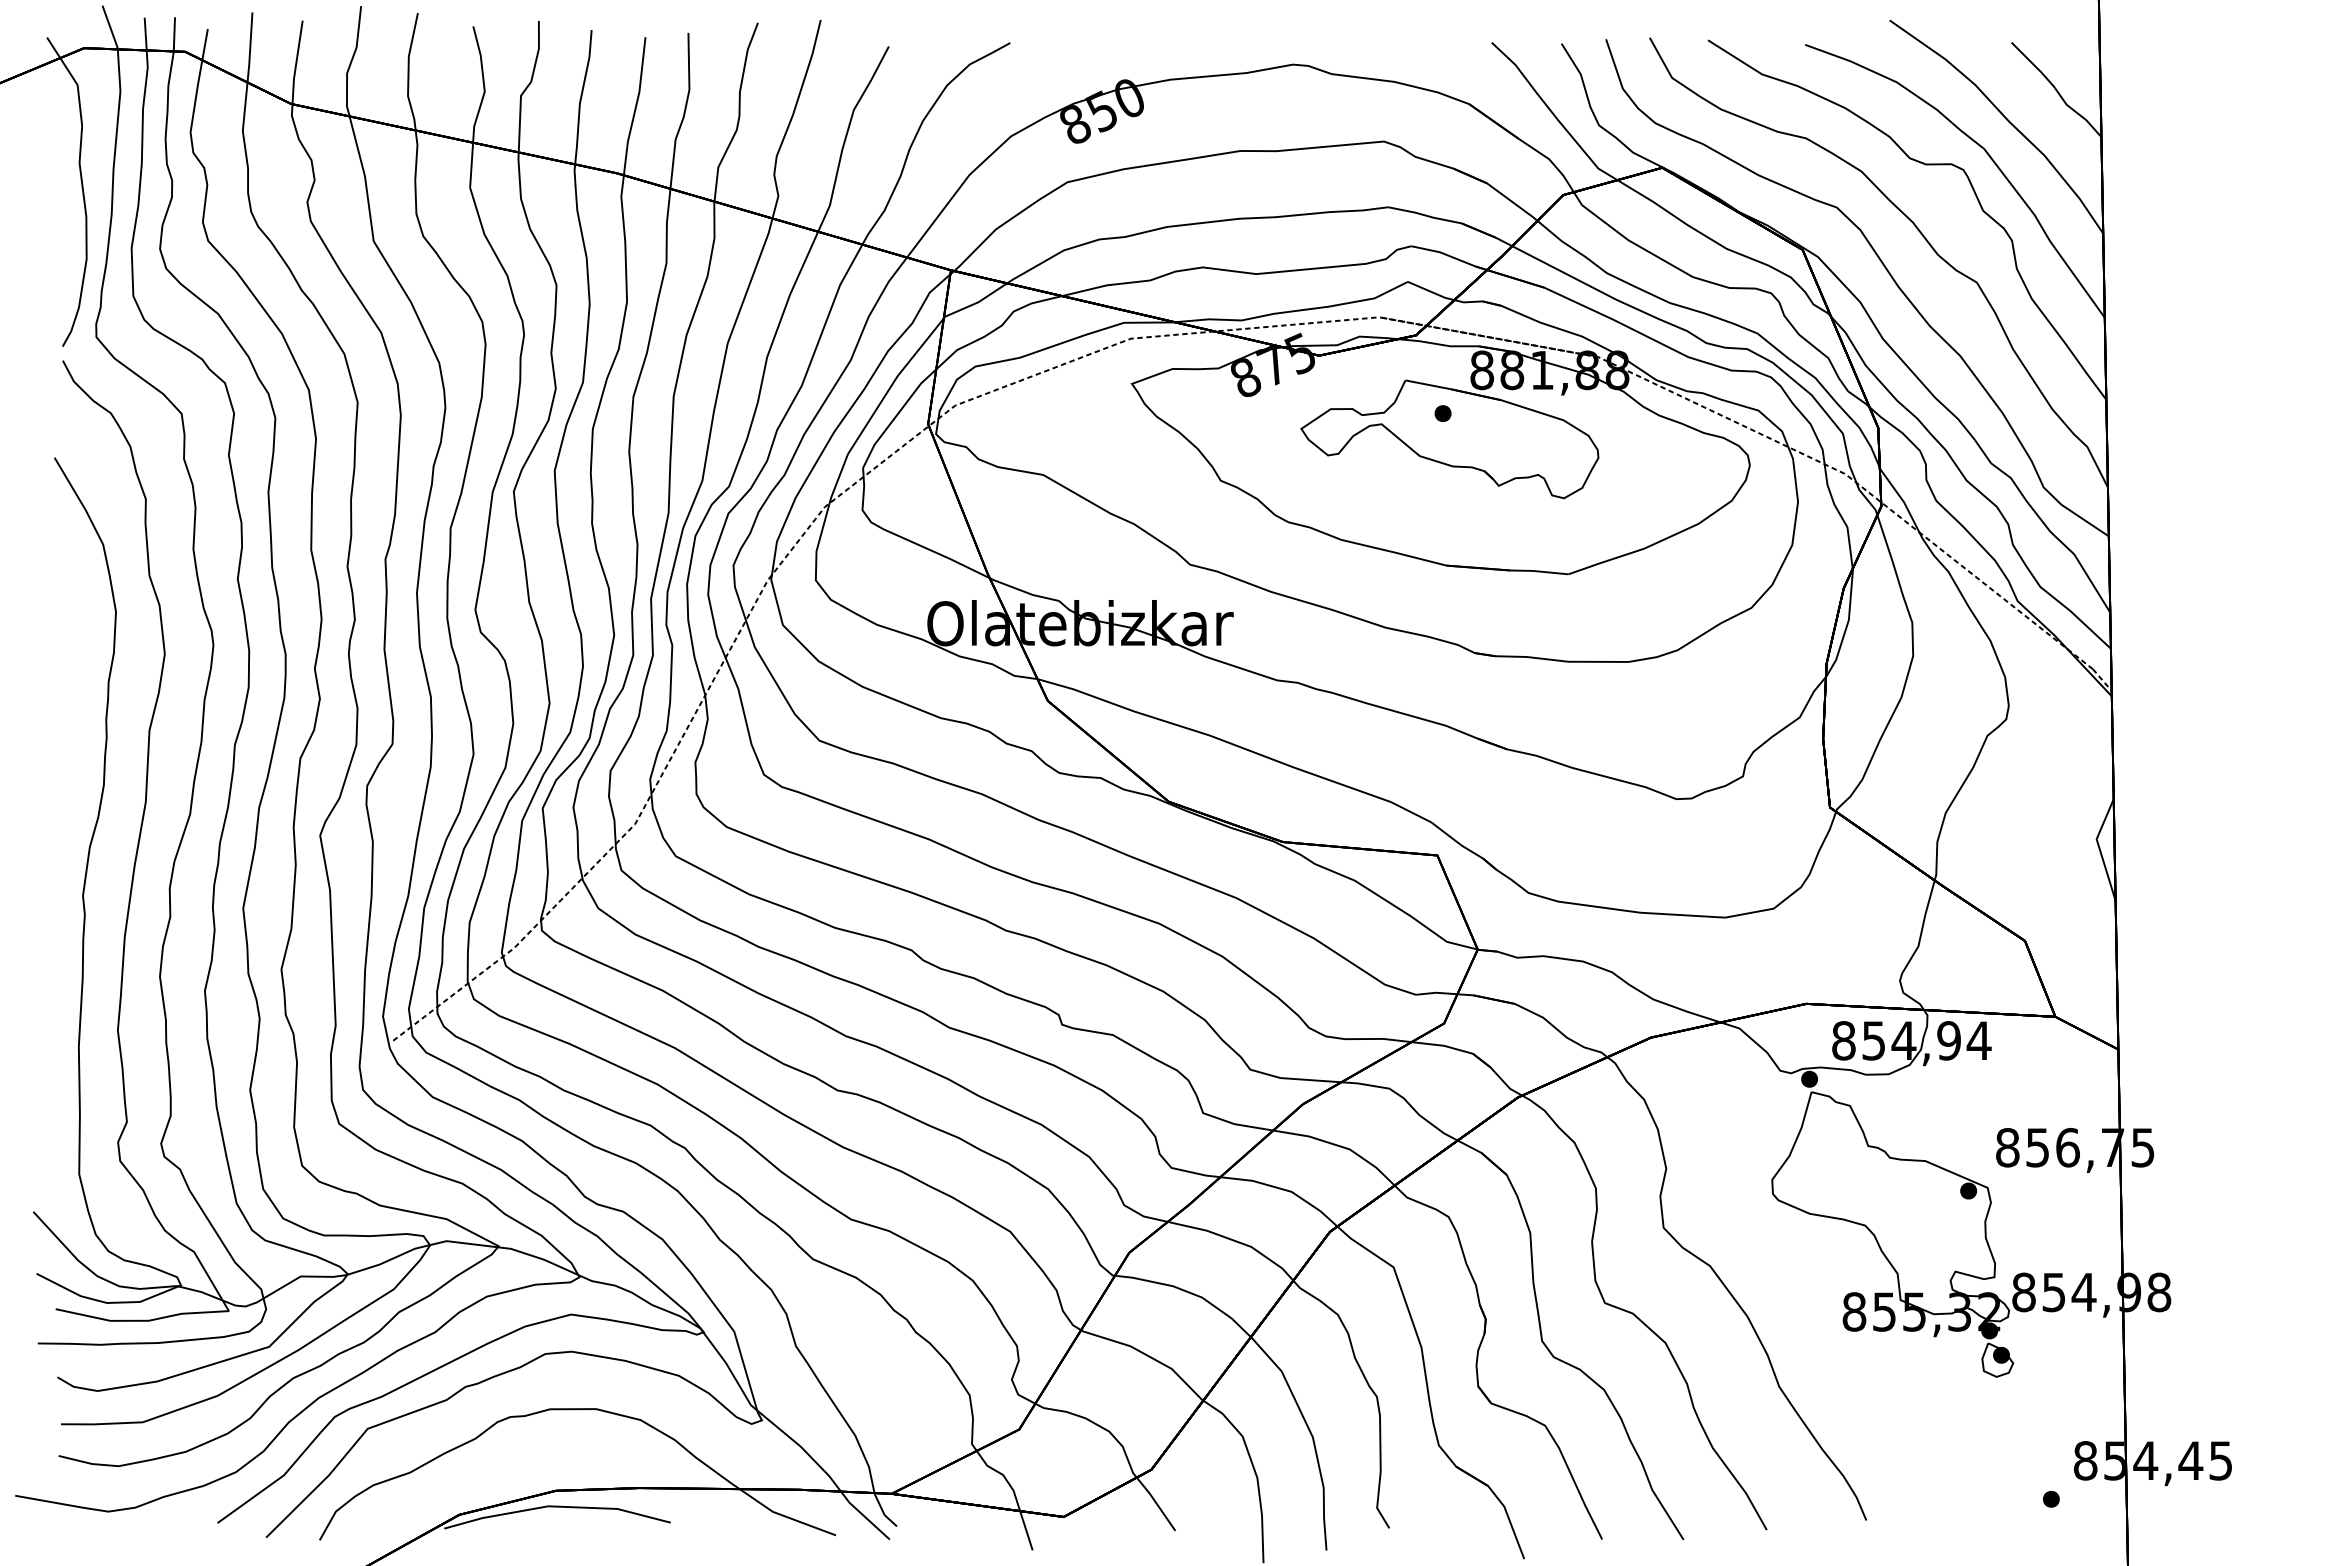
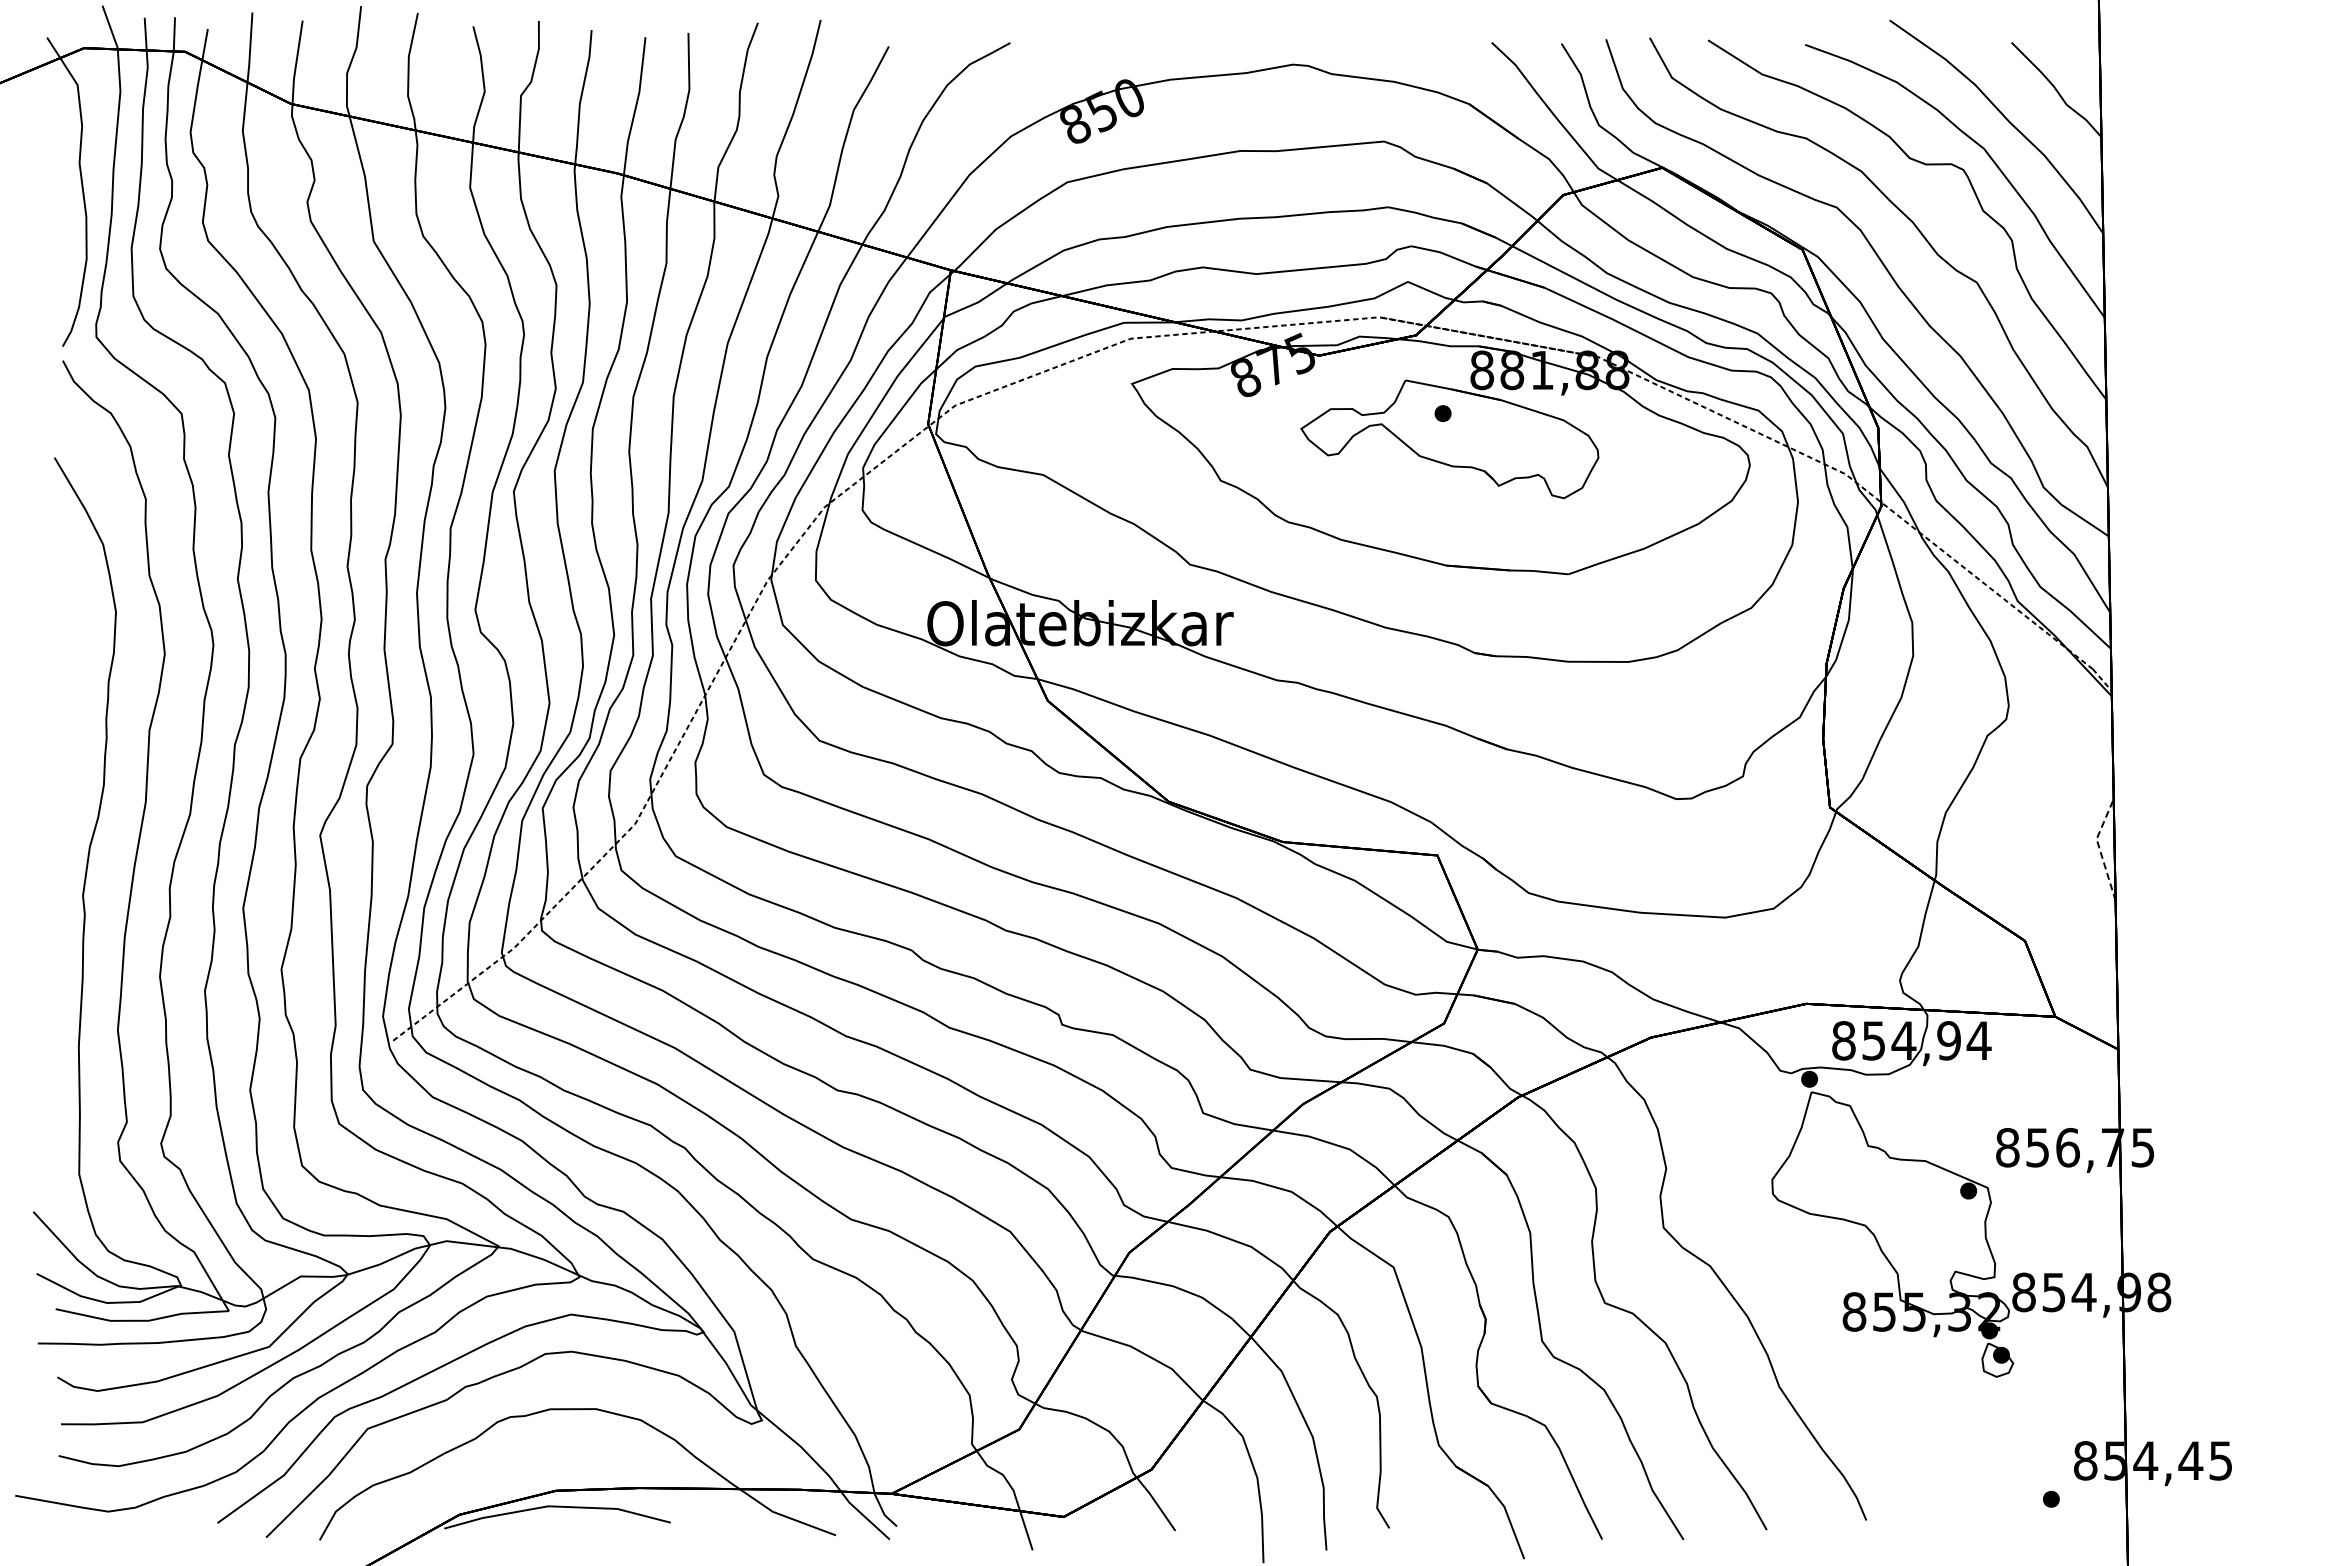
line at (2099, 848): solid -> dashed
